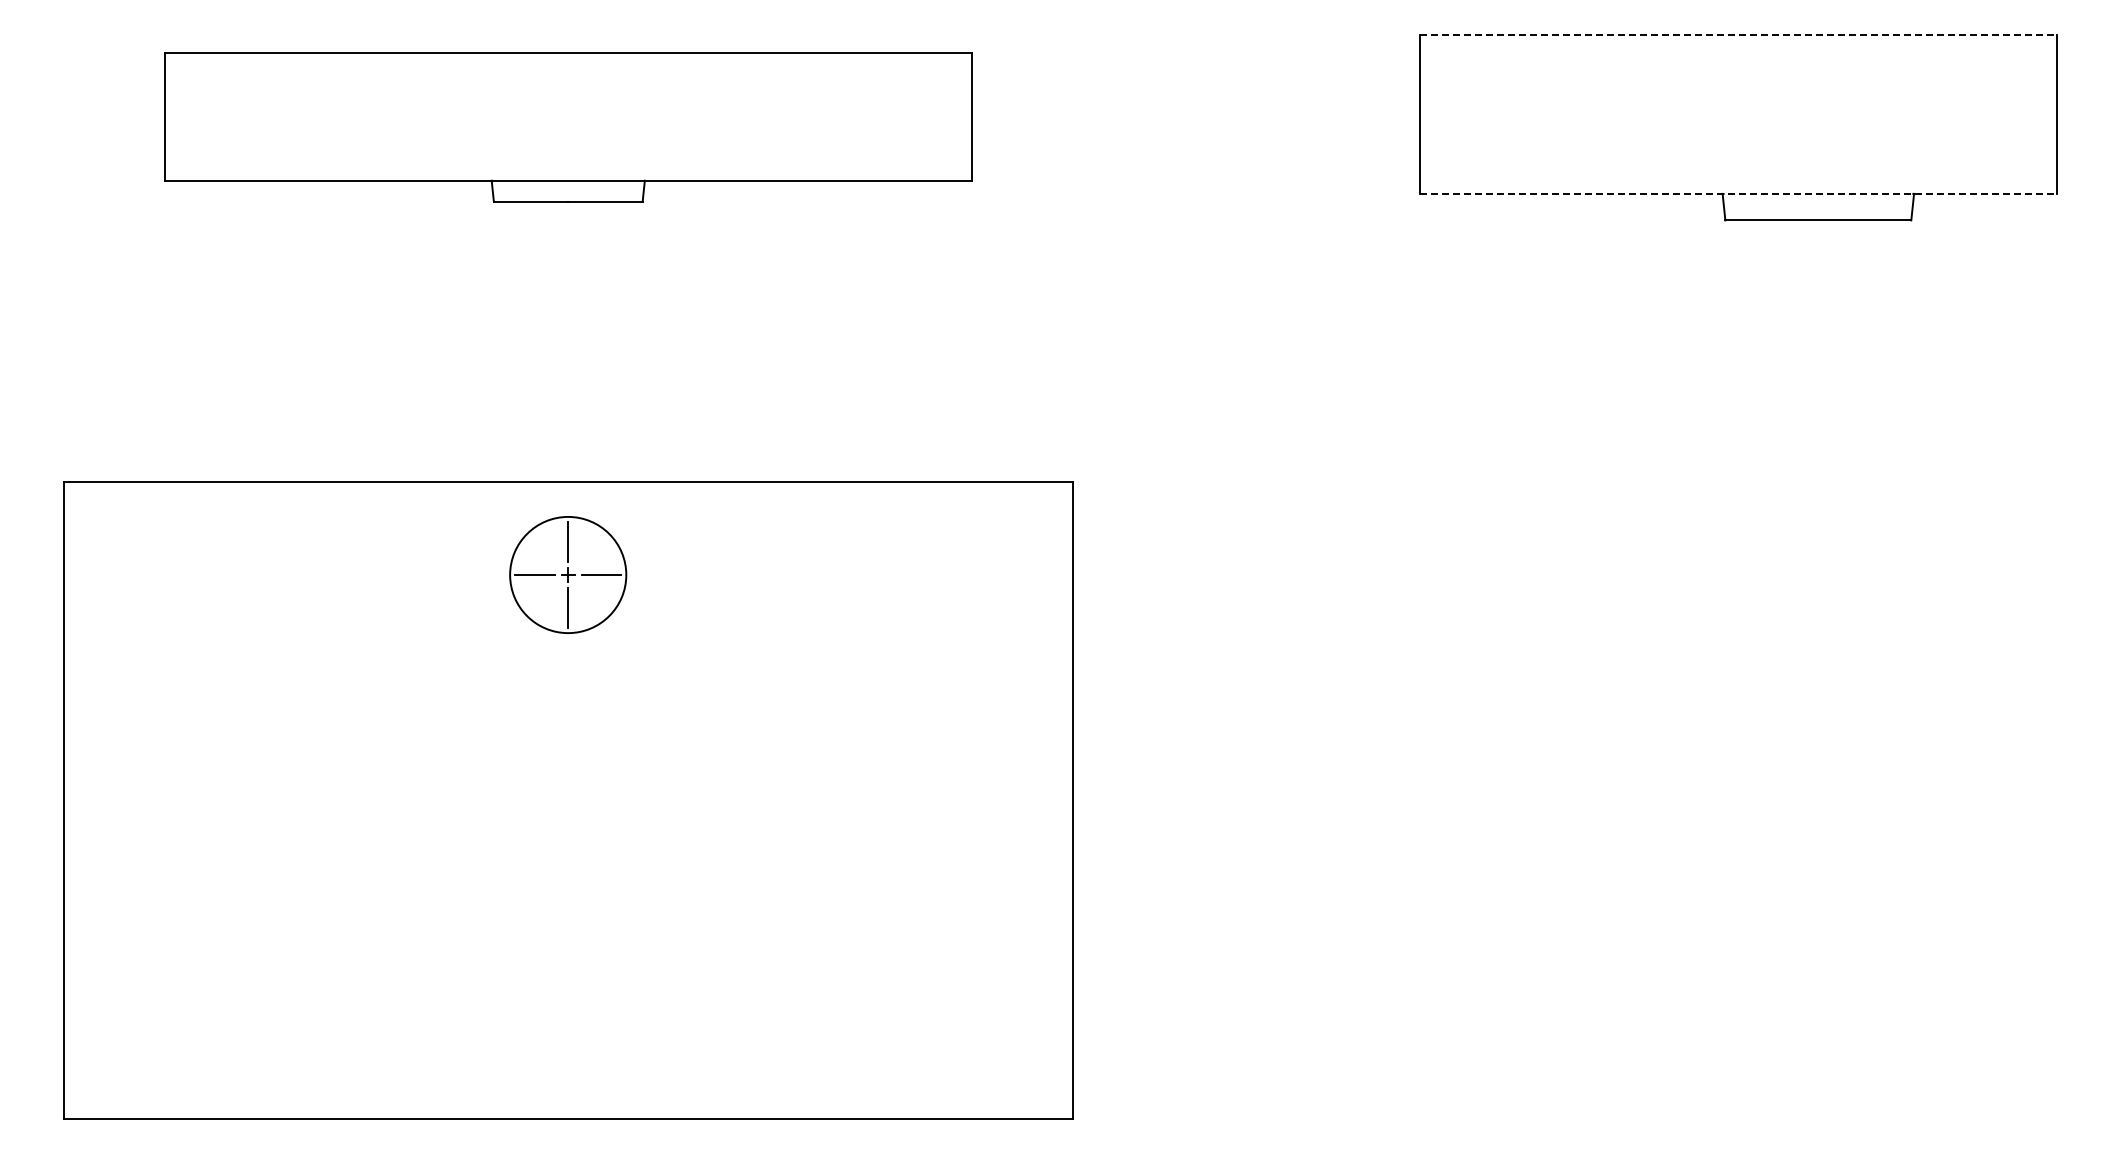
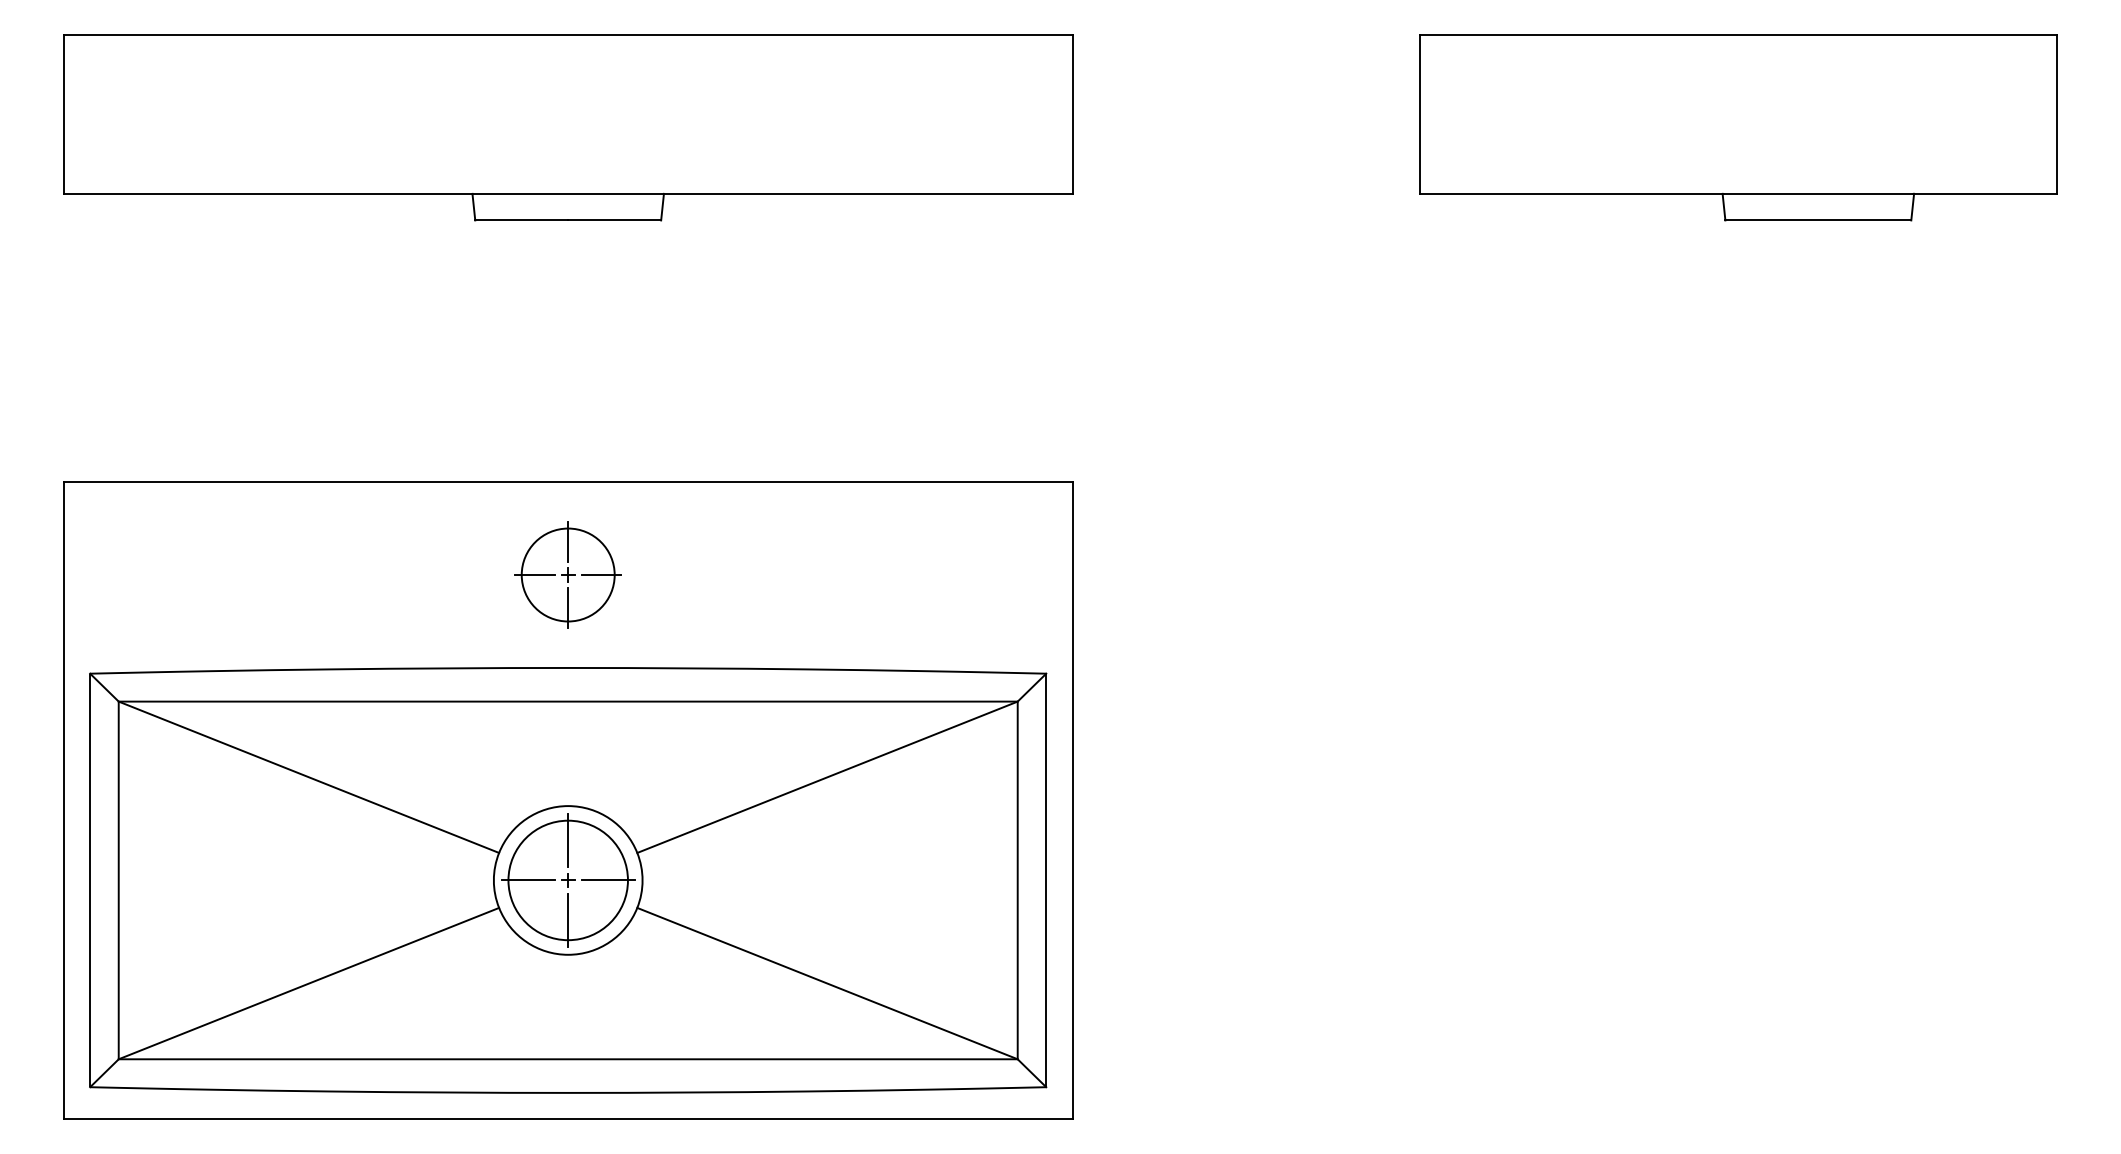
line at (1738, 34): dashed -> solid
part at (568, 127) size: 809x151 px -> 1011x188 px
line at (1738, 193): dashed -> solid
circle at (568, 574) diameter: 116 px -> 93 px
part at (568, 880): none -> present
